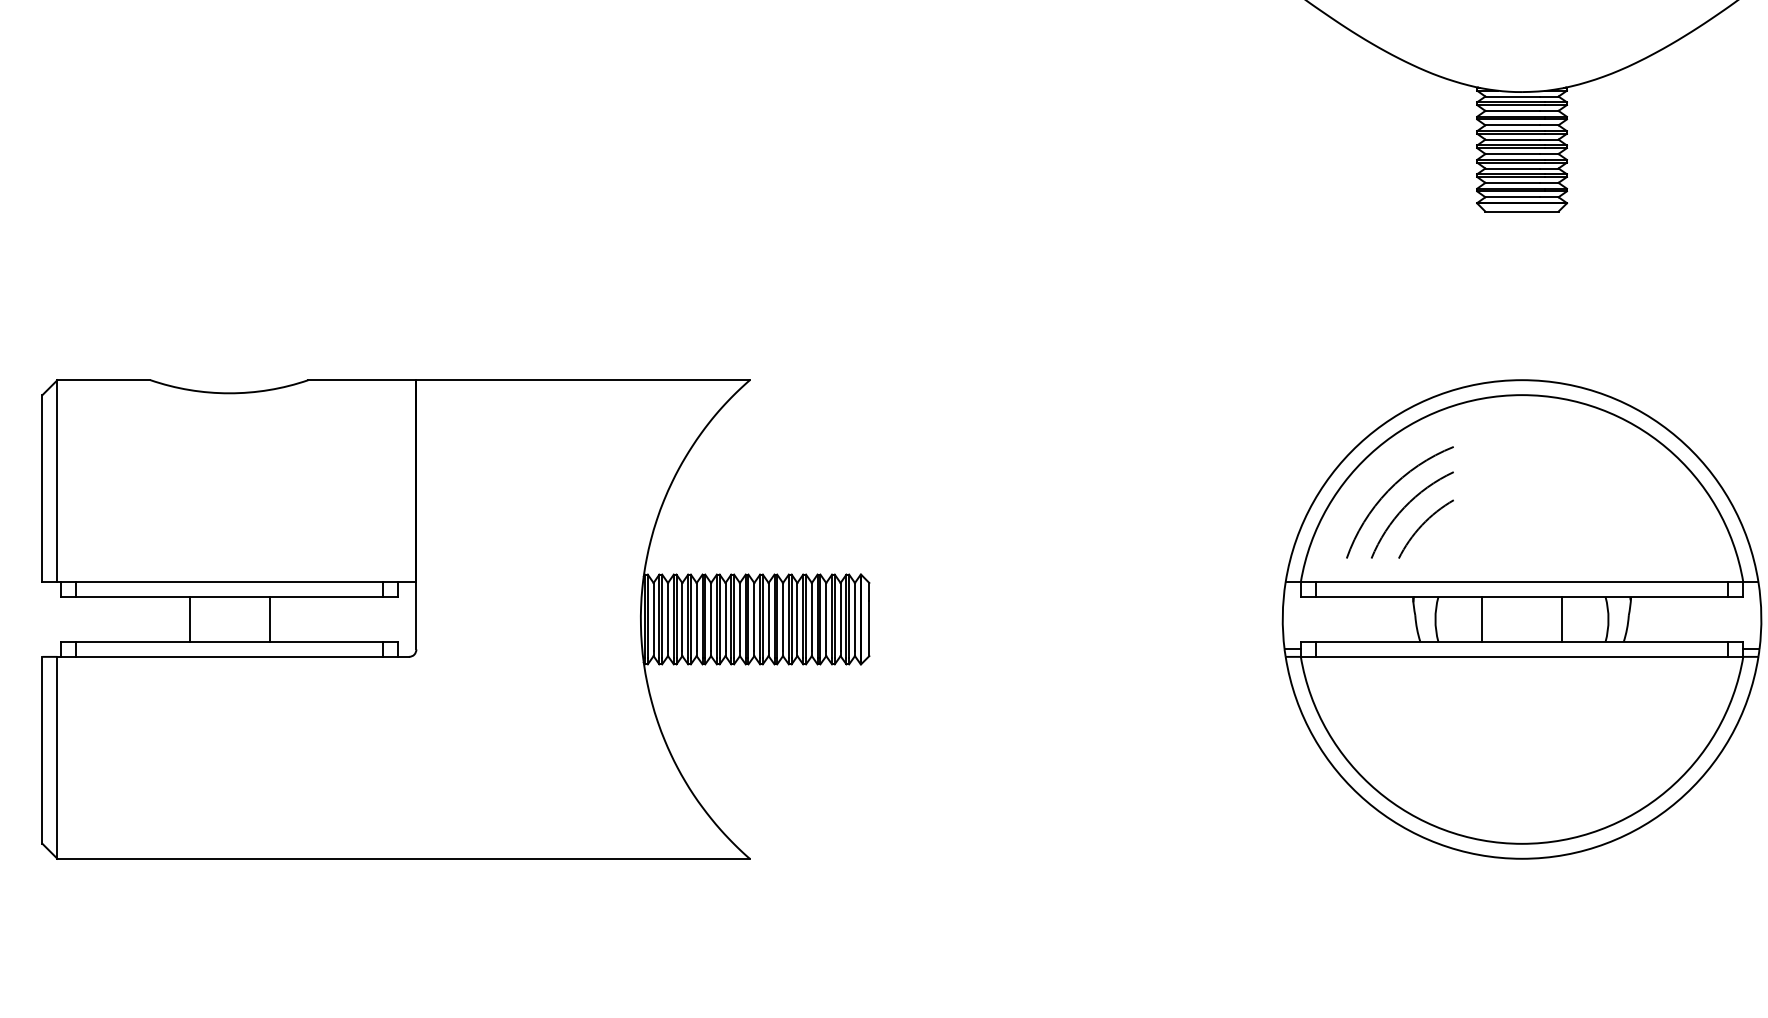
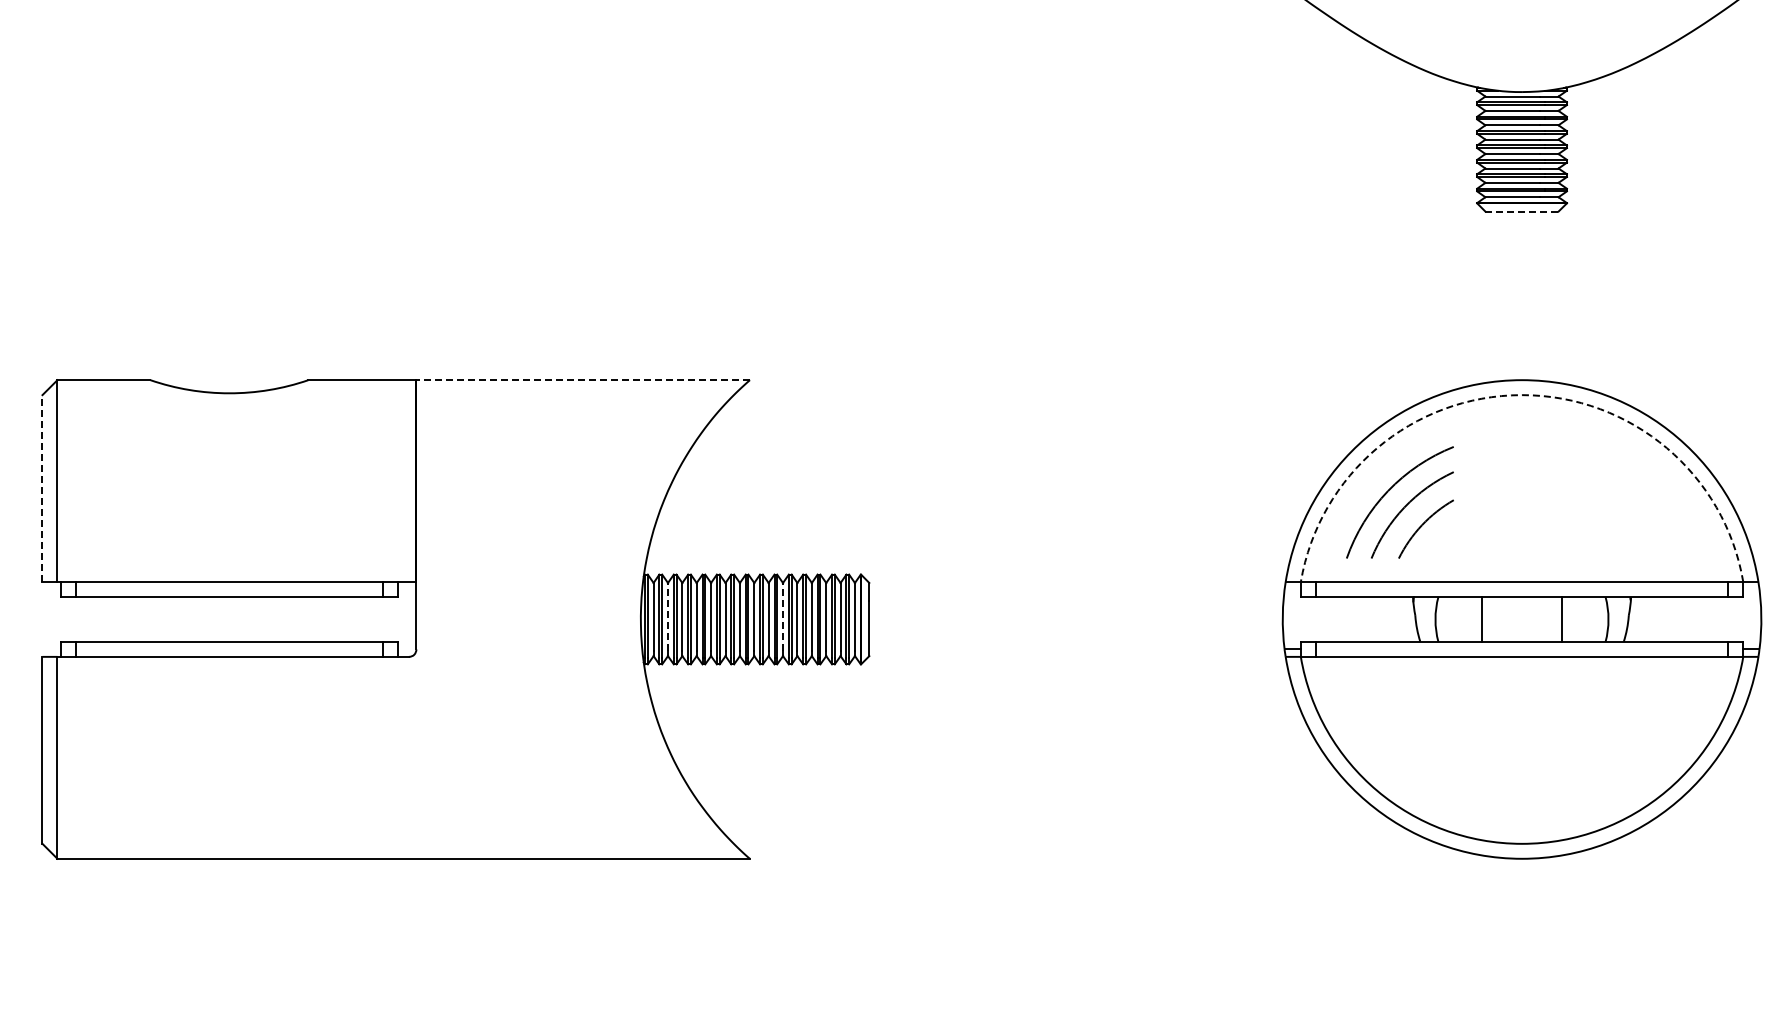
line at (1521, 211): solid -> dashed
line at (583, 380): solid -> dashed
arc at (1522, 395): solid -> dashed
line at (42, 488): solid -> dashed
line at (668, 616): solid -> dashed
line at (783, 616): solid -> dashed
line at (189, 619): present -> none
line at (269, 619): present -> none
